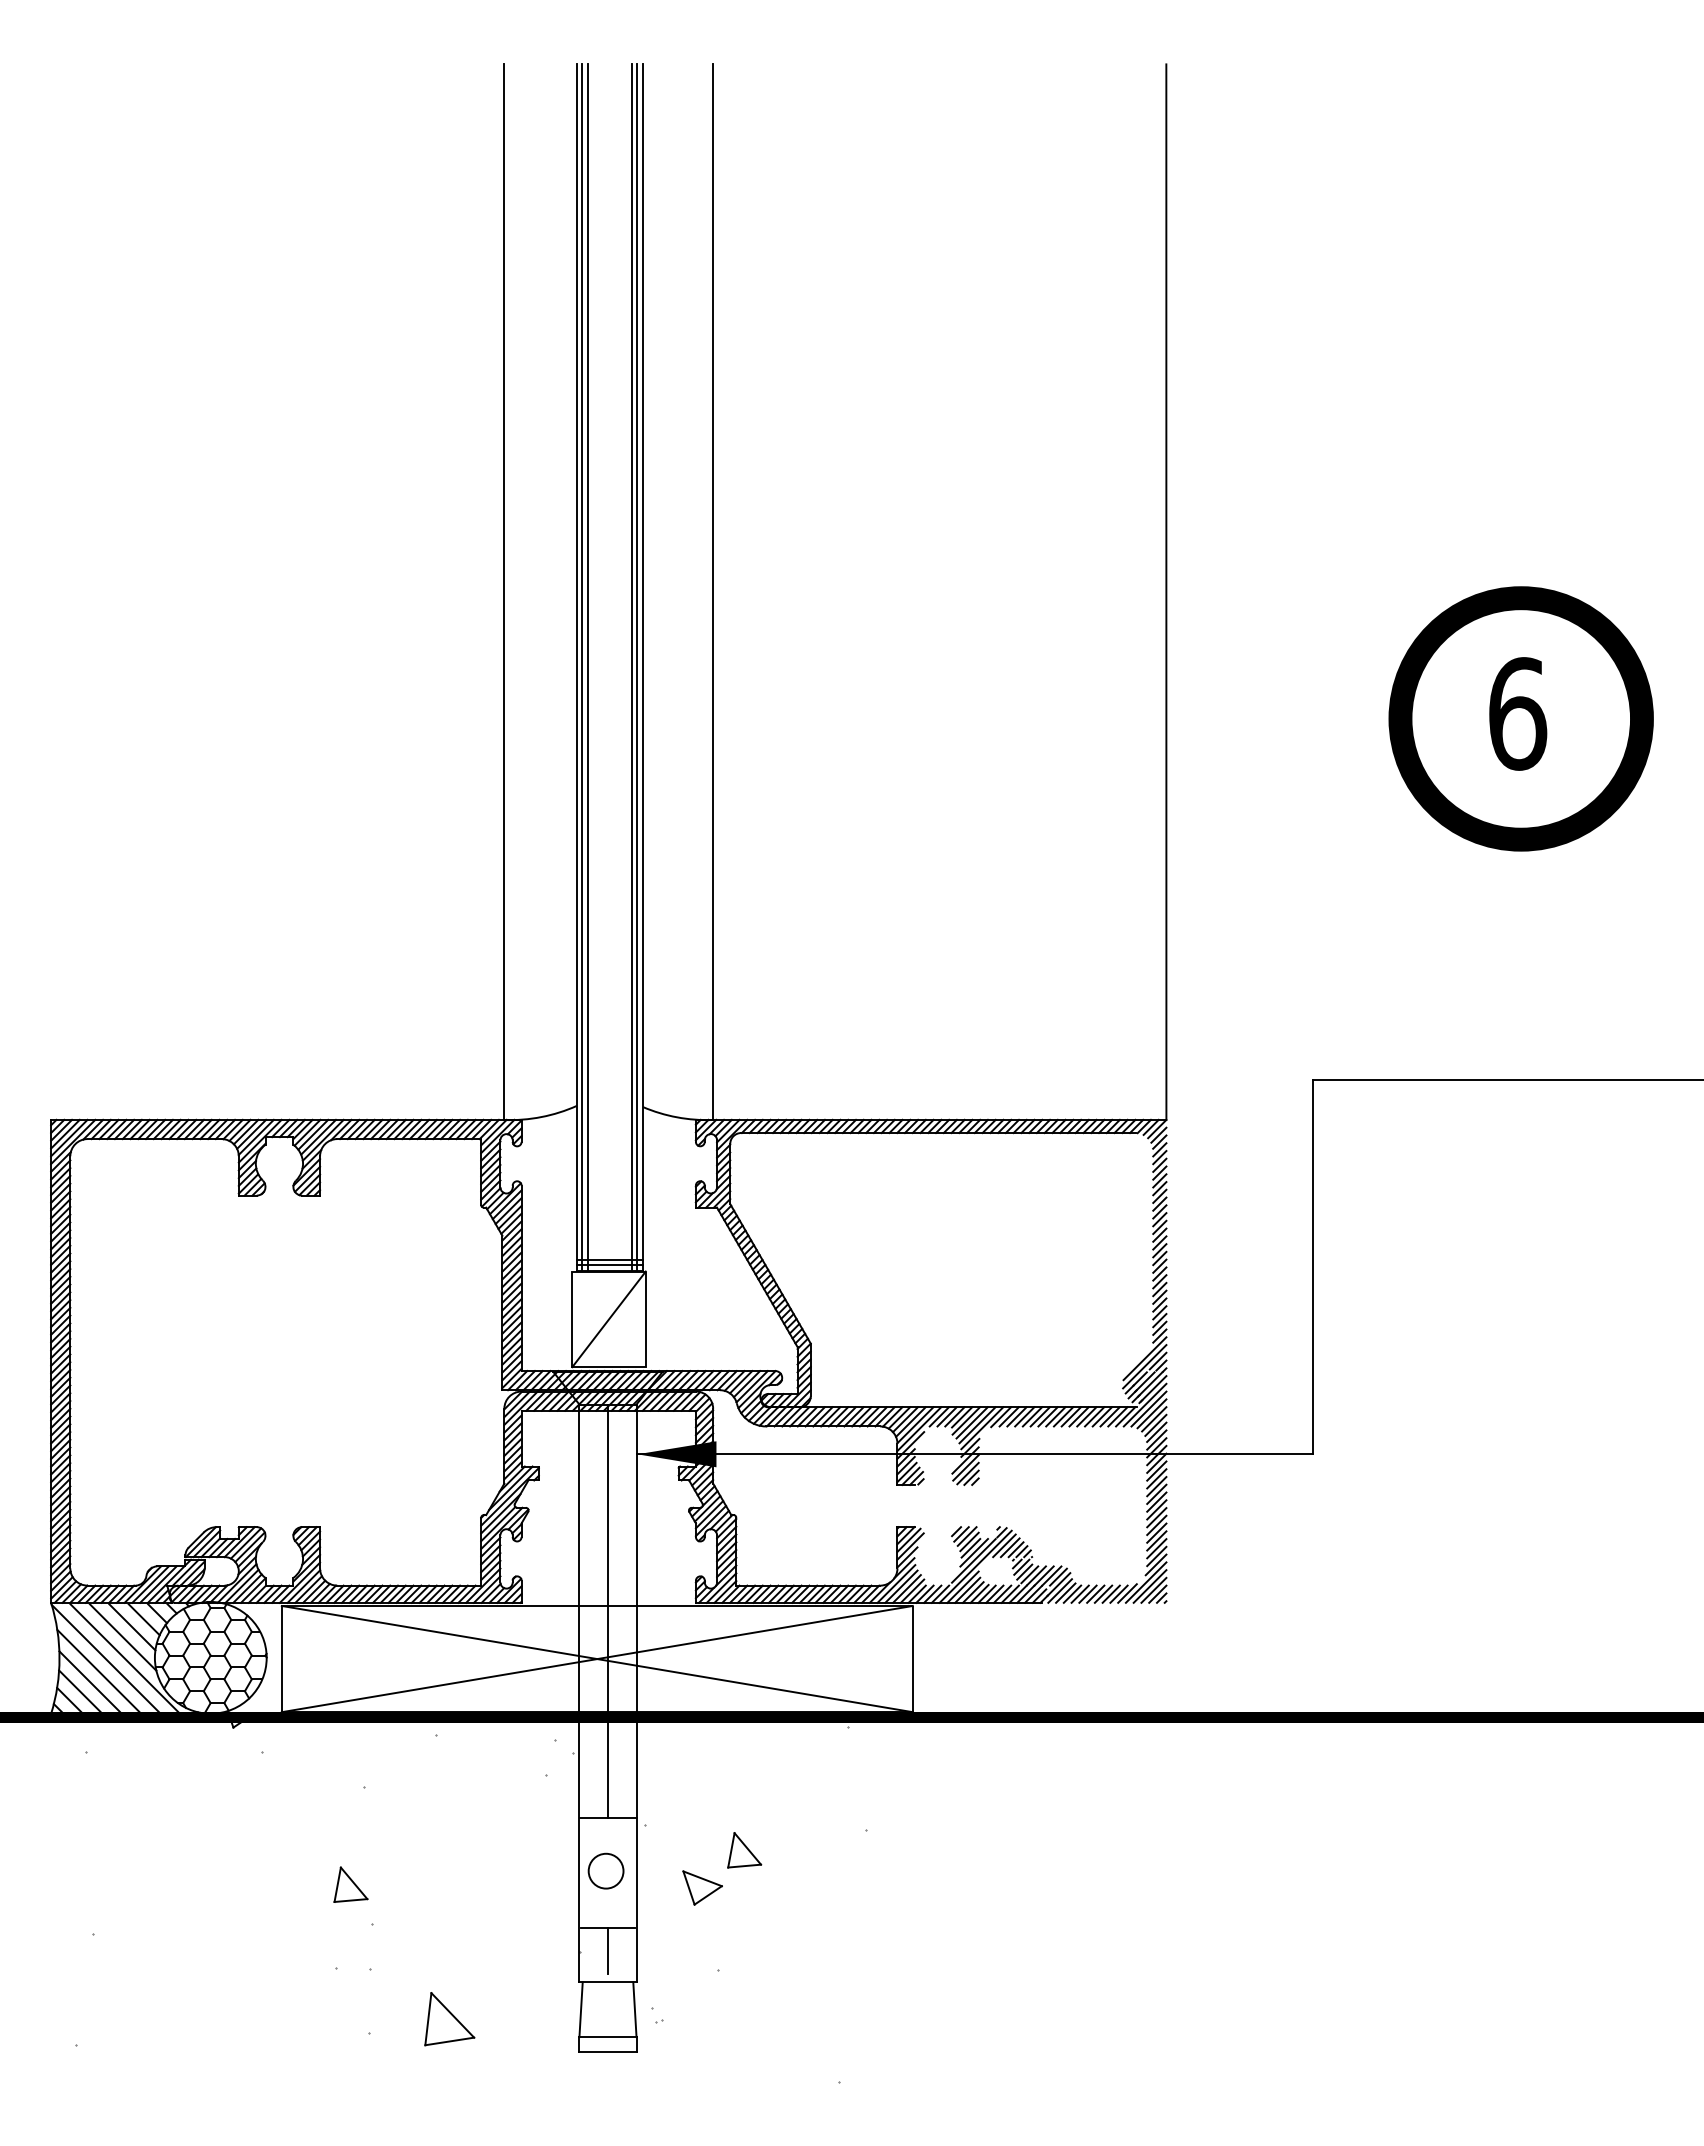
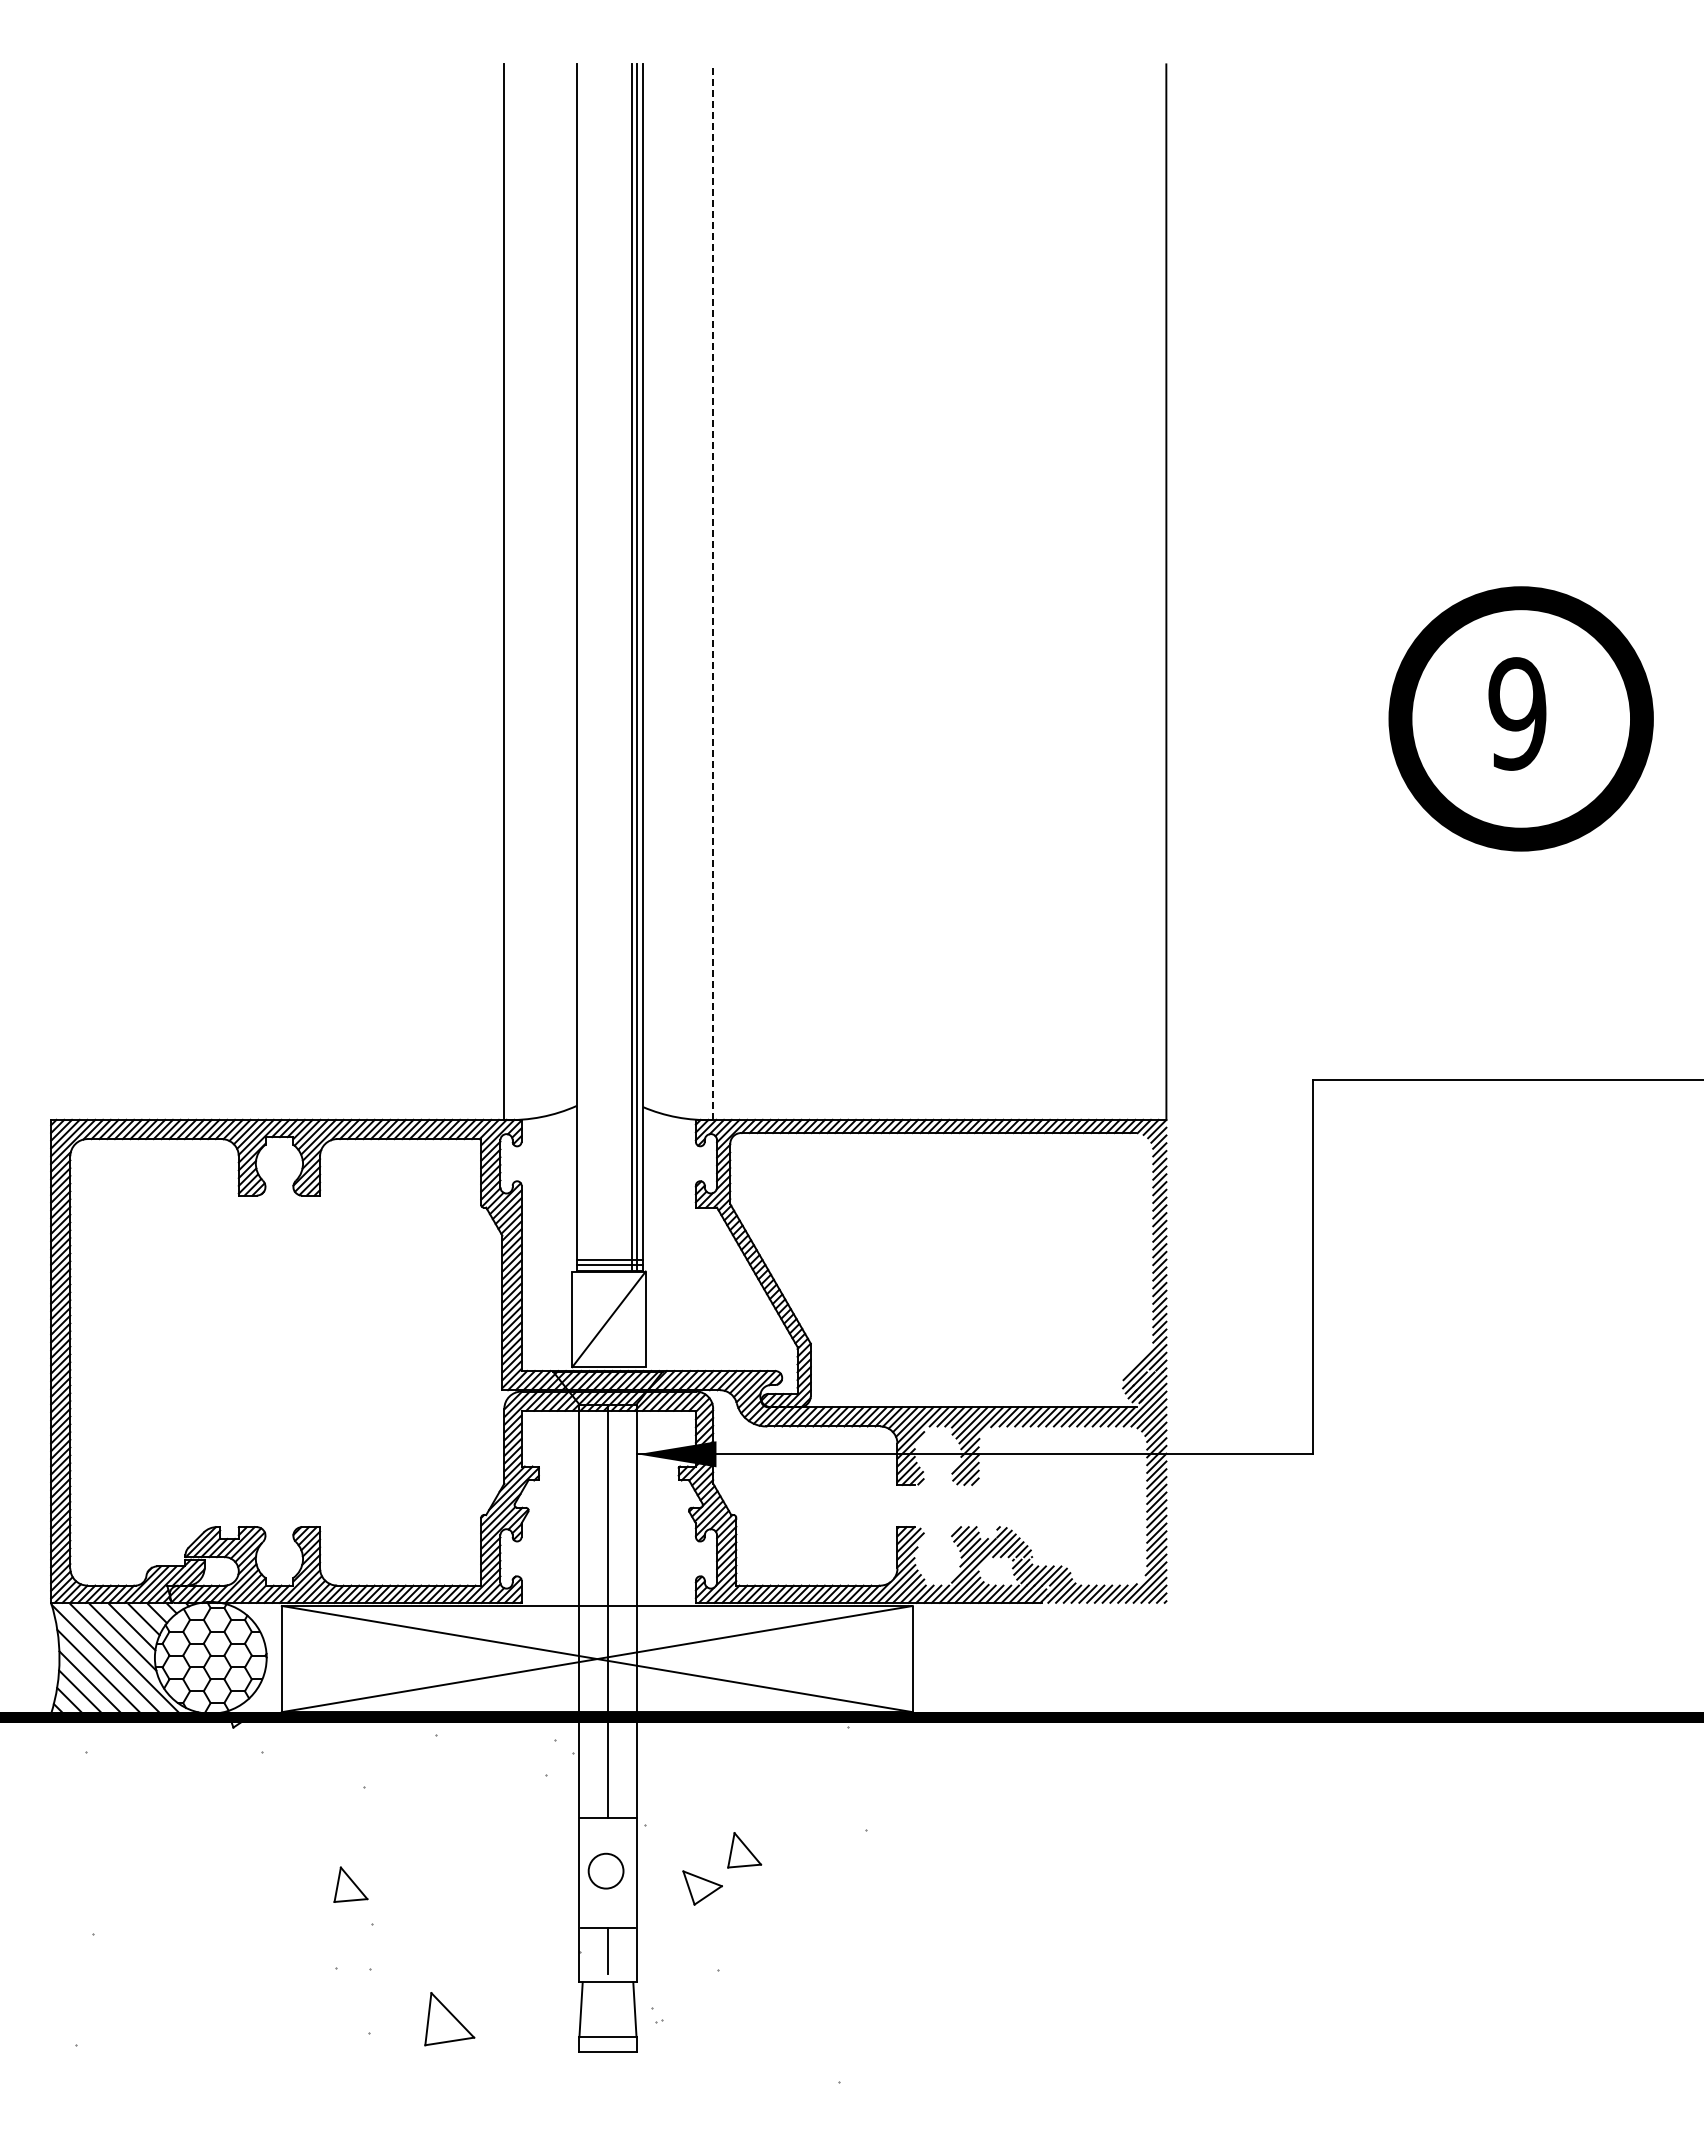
line at (712, 592): solid -> dashed
line at (582, 667): present -> none
line at (587, 667): present -> none
text at (1517, 713): 6 -> 9
